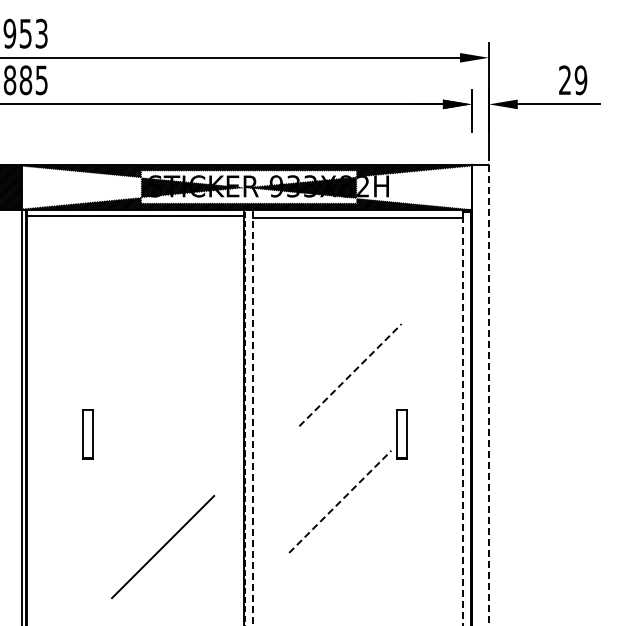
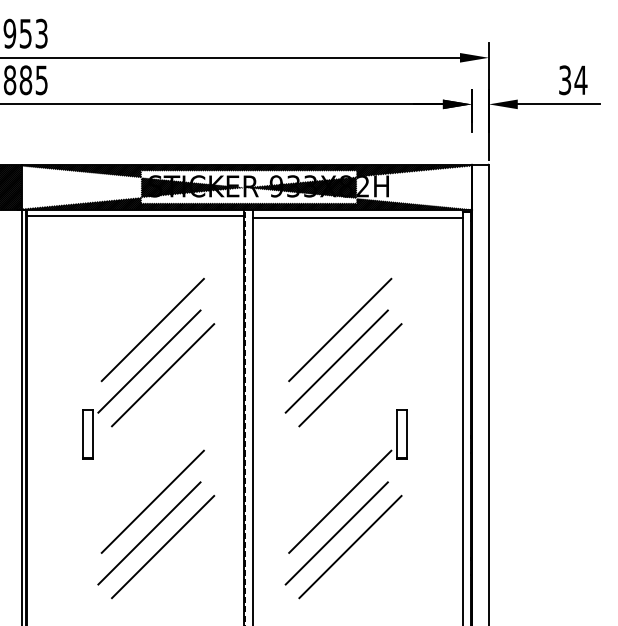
text at (573, 80): 29 -> 34
line at (152, 329): none -> present
line at (340, 329): none -> present
line at (149, 361): none -> present
line at (336, 361): none -> present
line at (350, 374): dashed -> solid
line at (163, 375): none -> present
line at (488, 395): dashed -> solid
line at (252, 417): dashed -> solid
line at (462, 421): dashed -> solid
line at (152, 501): none -> present
line at (340, 501): dashed -> solid
line at (149, 533): none -> present
line at (336, 533): none -> present
line at (350, 546): none -> present
